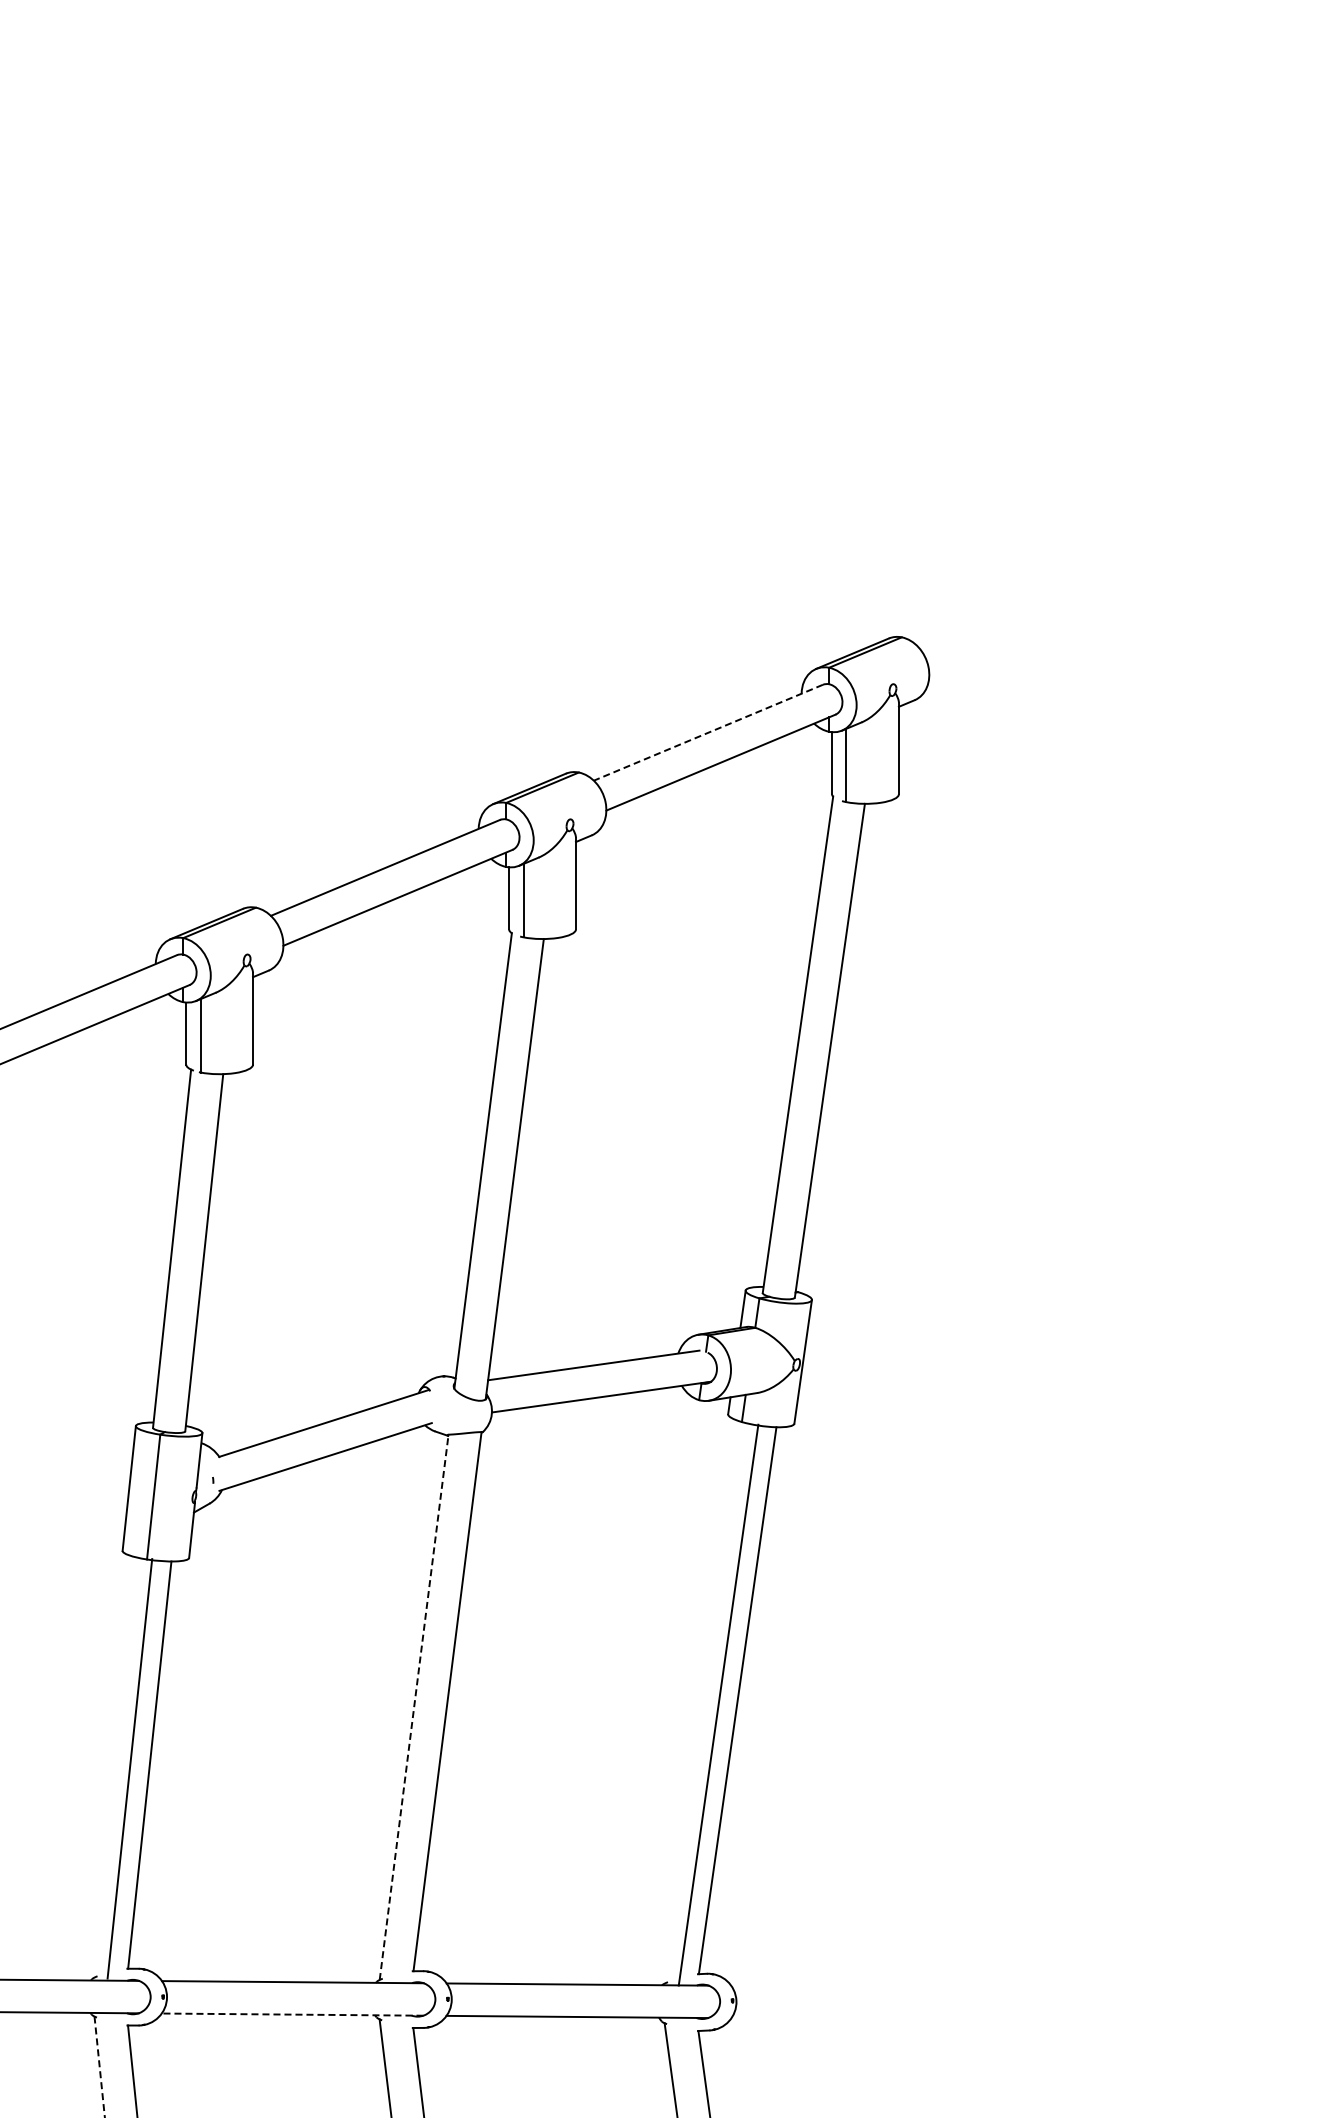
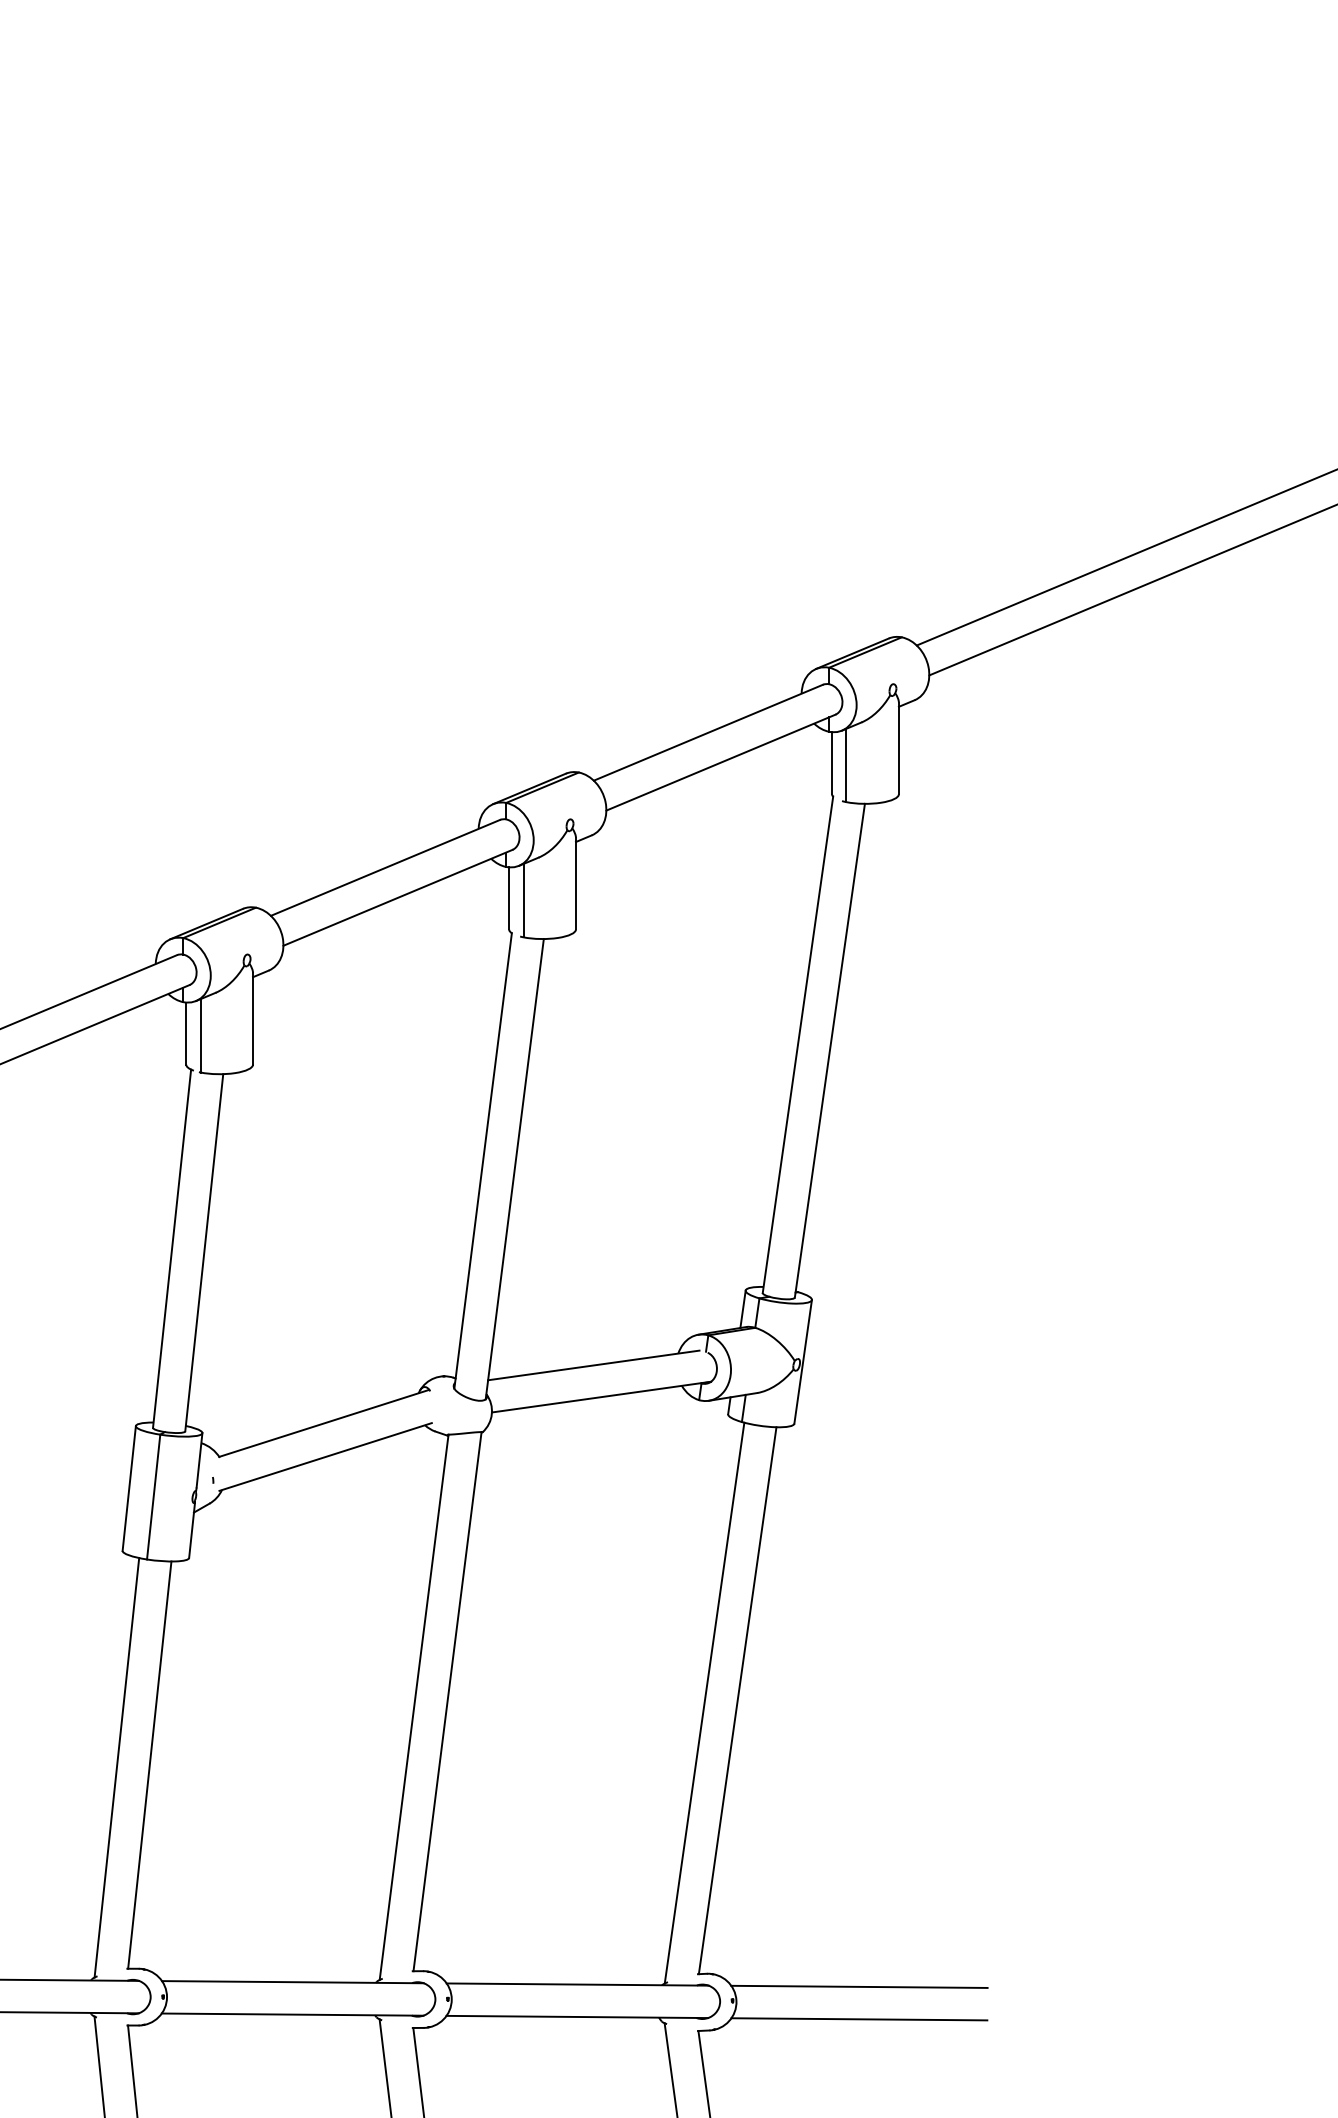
line at (1125, 557): none -> present
line at (1131, 590): none -> present
line at (707, 732): dashed -> solid
line at (718, 1704) position: (718, 1704) -> (704, 1702)
line at (414, 1707): dashed -> solid
line at (129, 1768) position: (129, 1768) -> (116, 1767)
line at (859, 1986): none -> present
line at (292, 2014): dashed -> solid
line at (859, 2019): none -> present
line at (99, 2067): dashed -> solid
